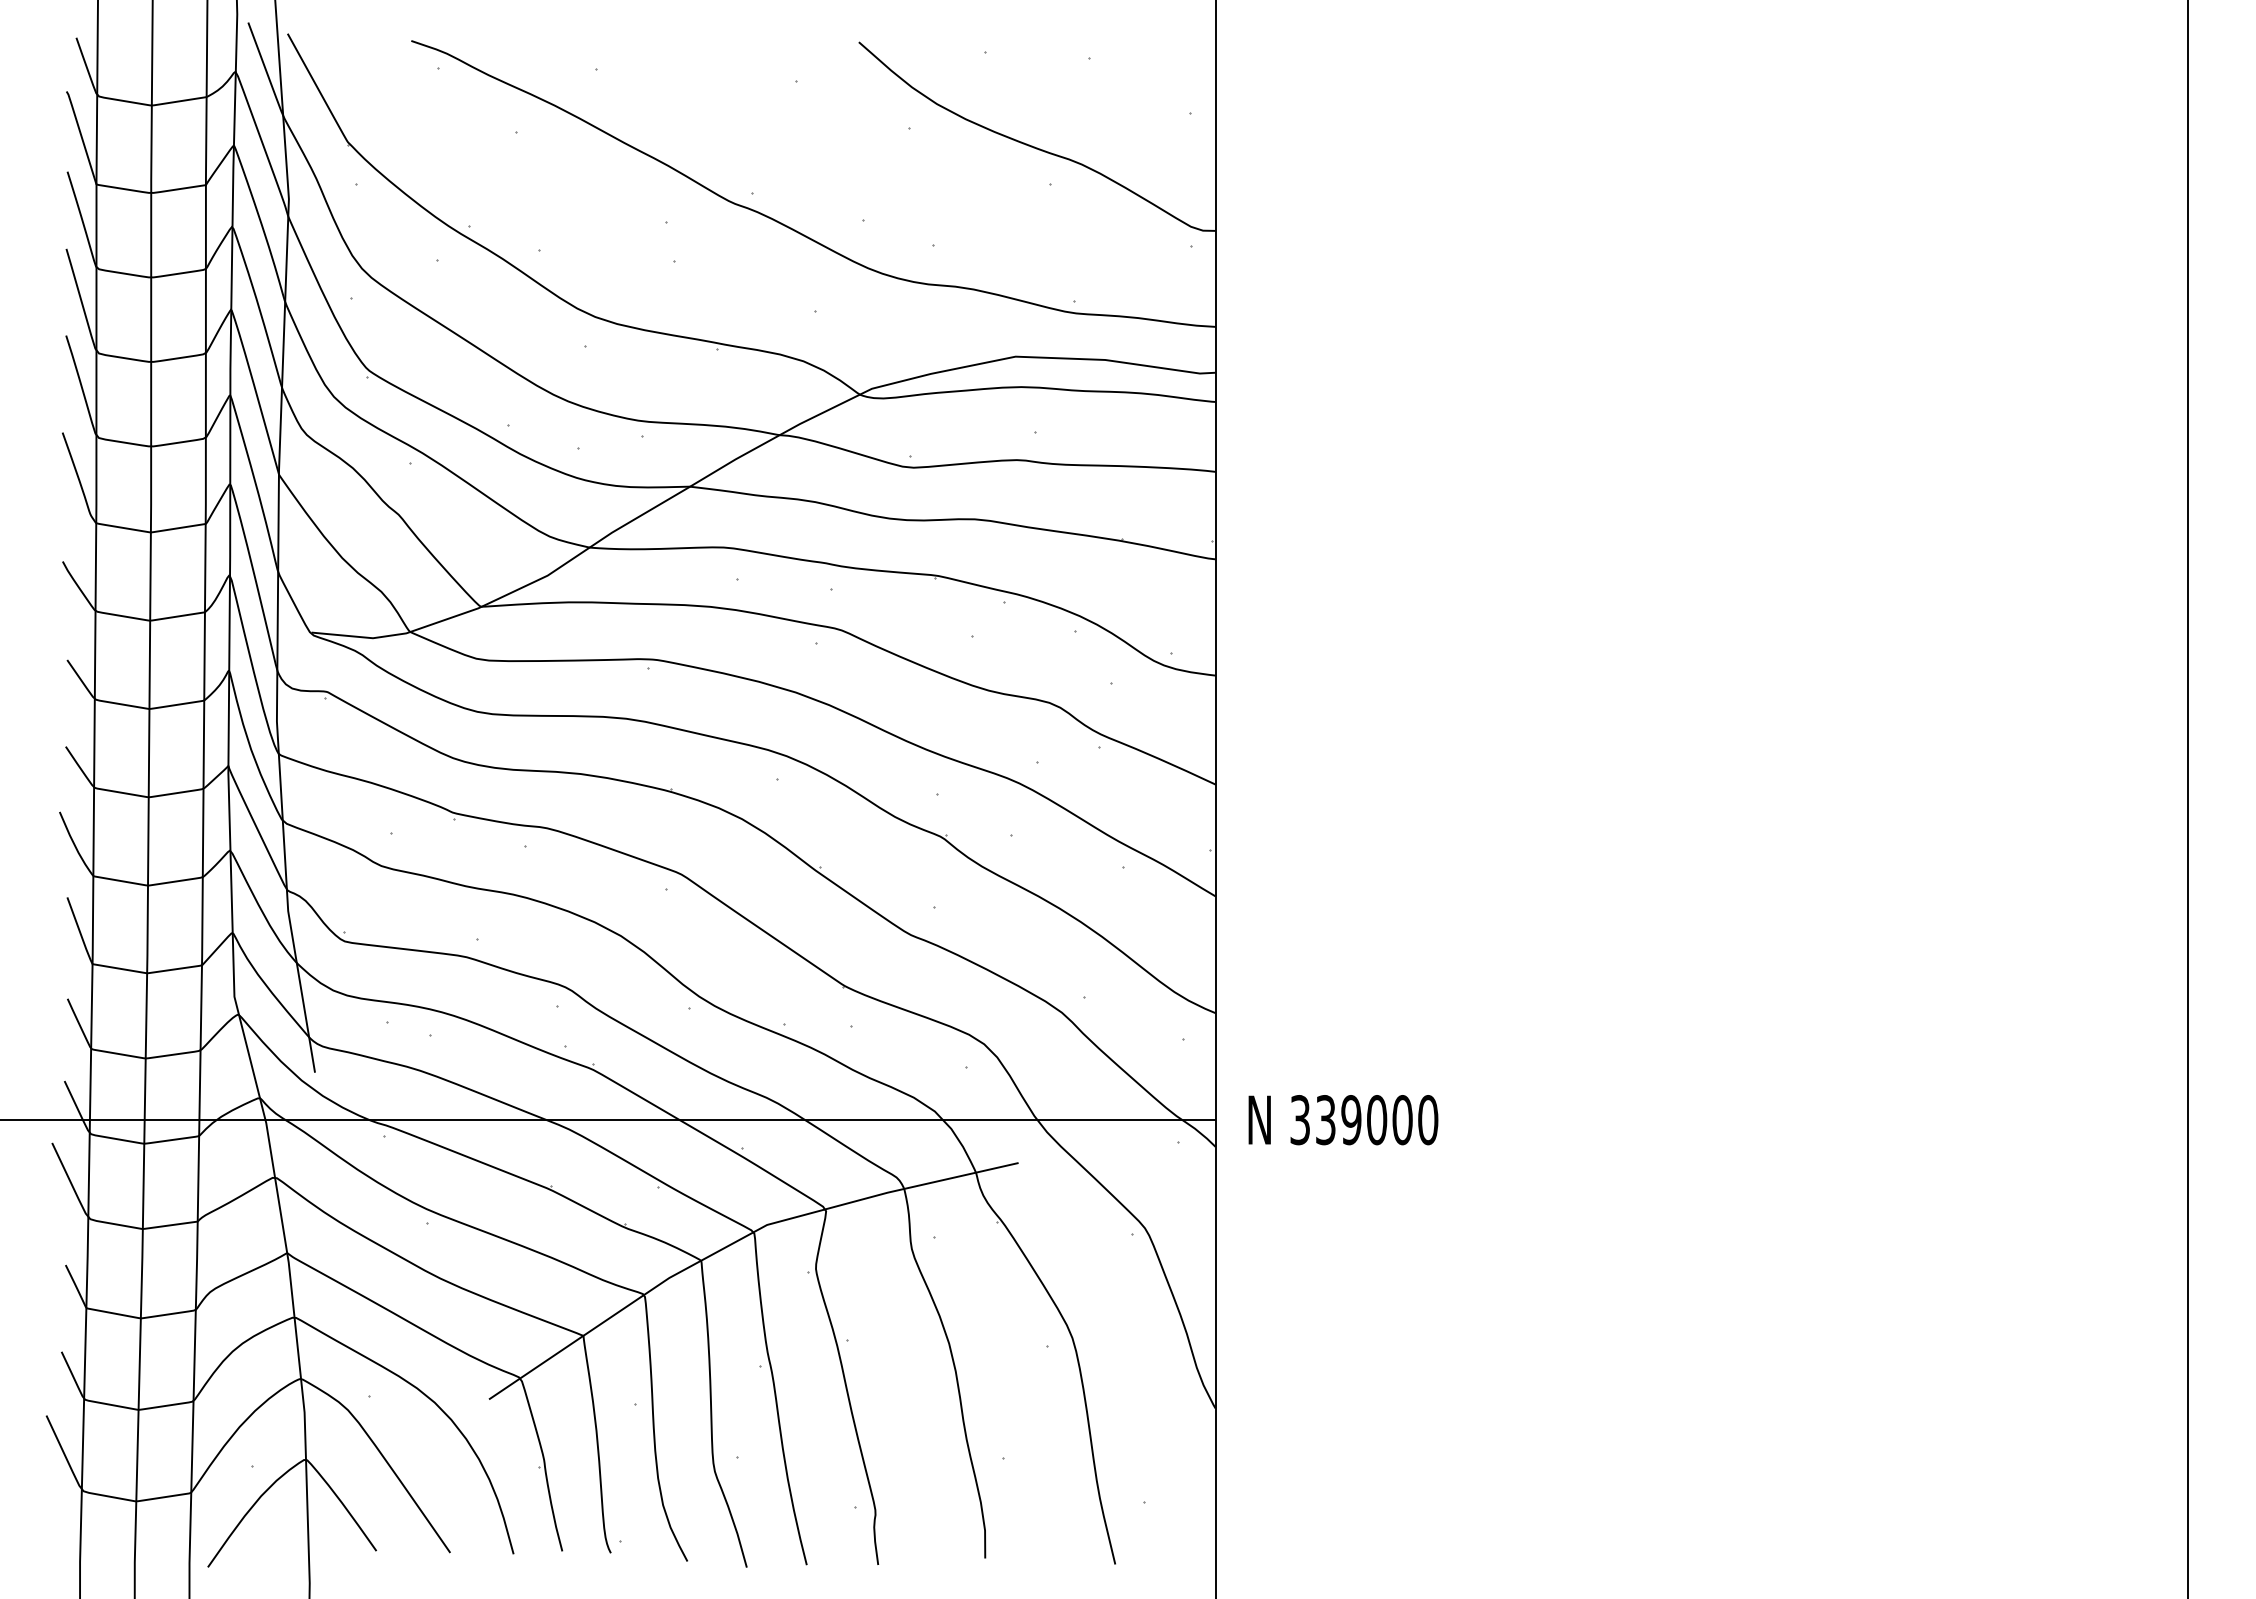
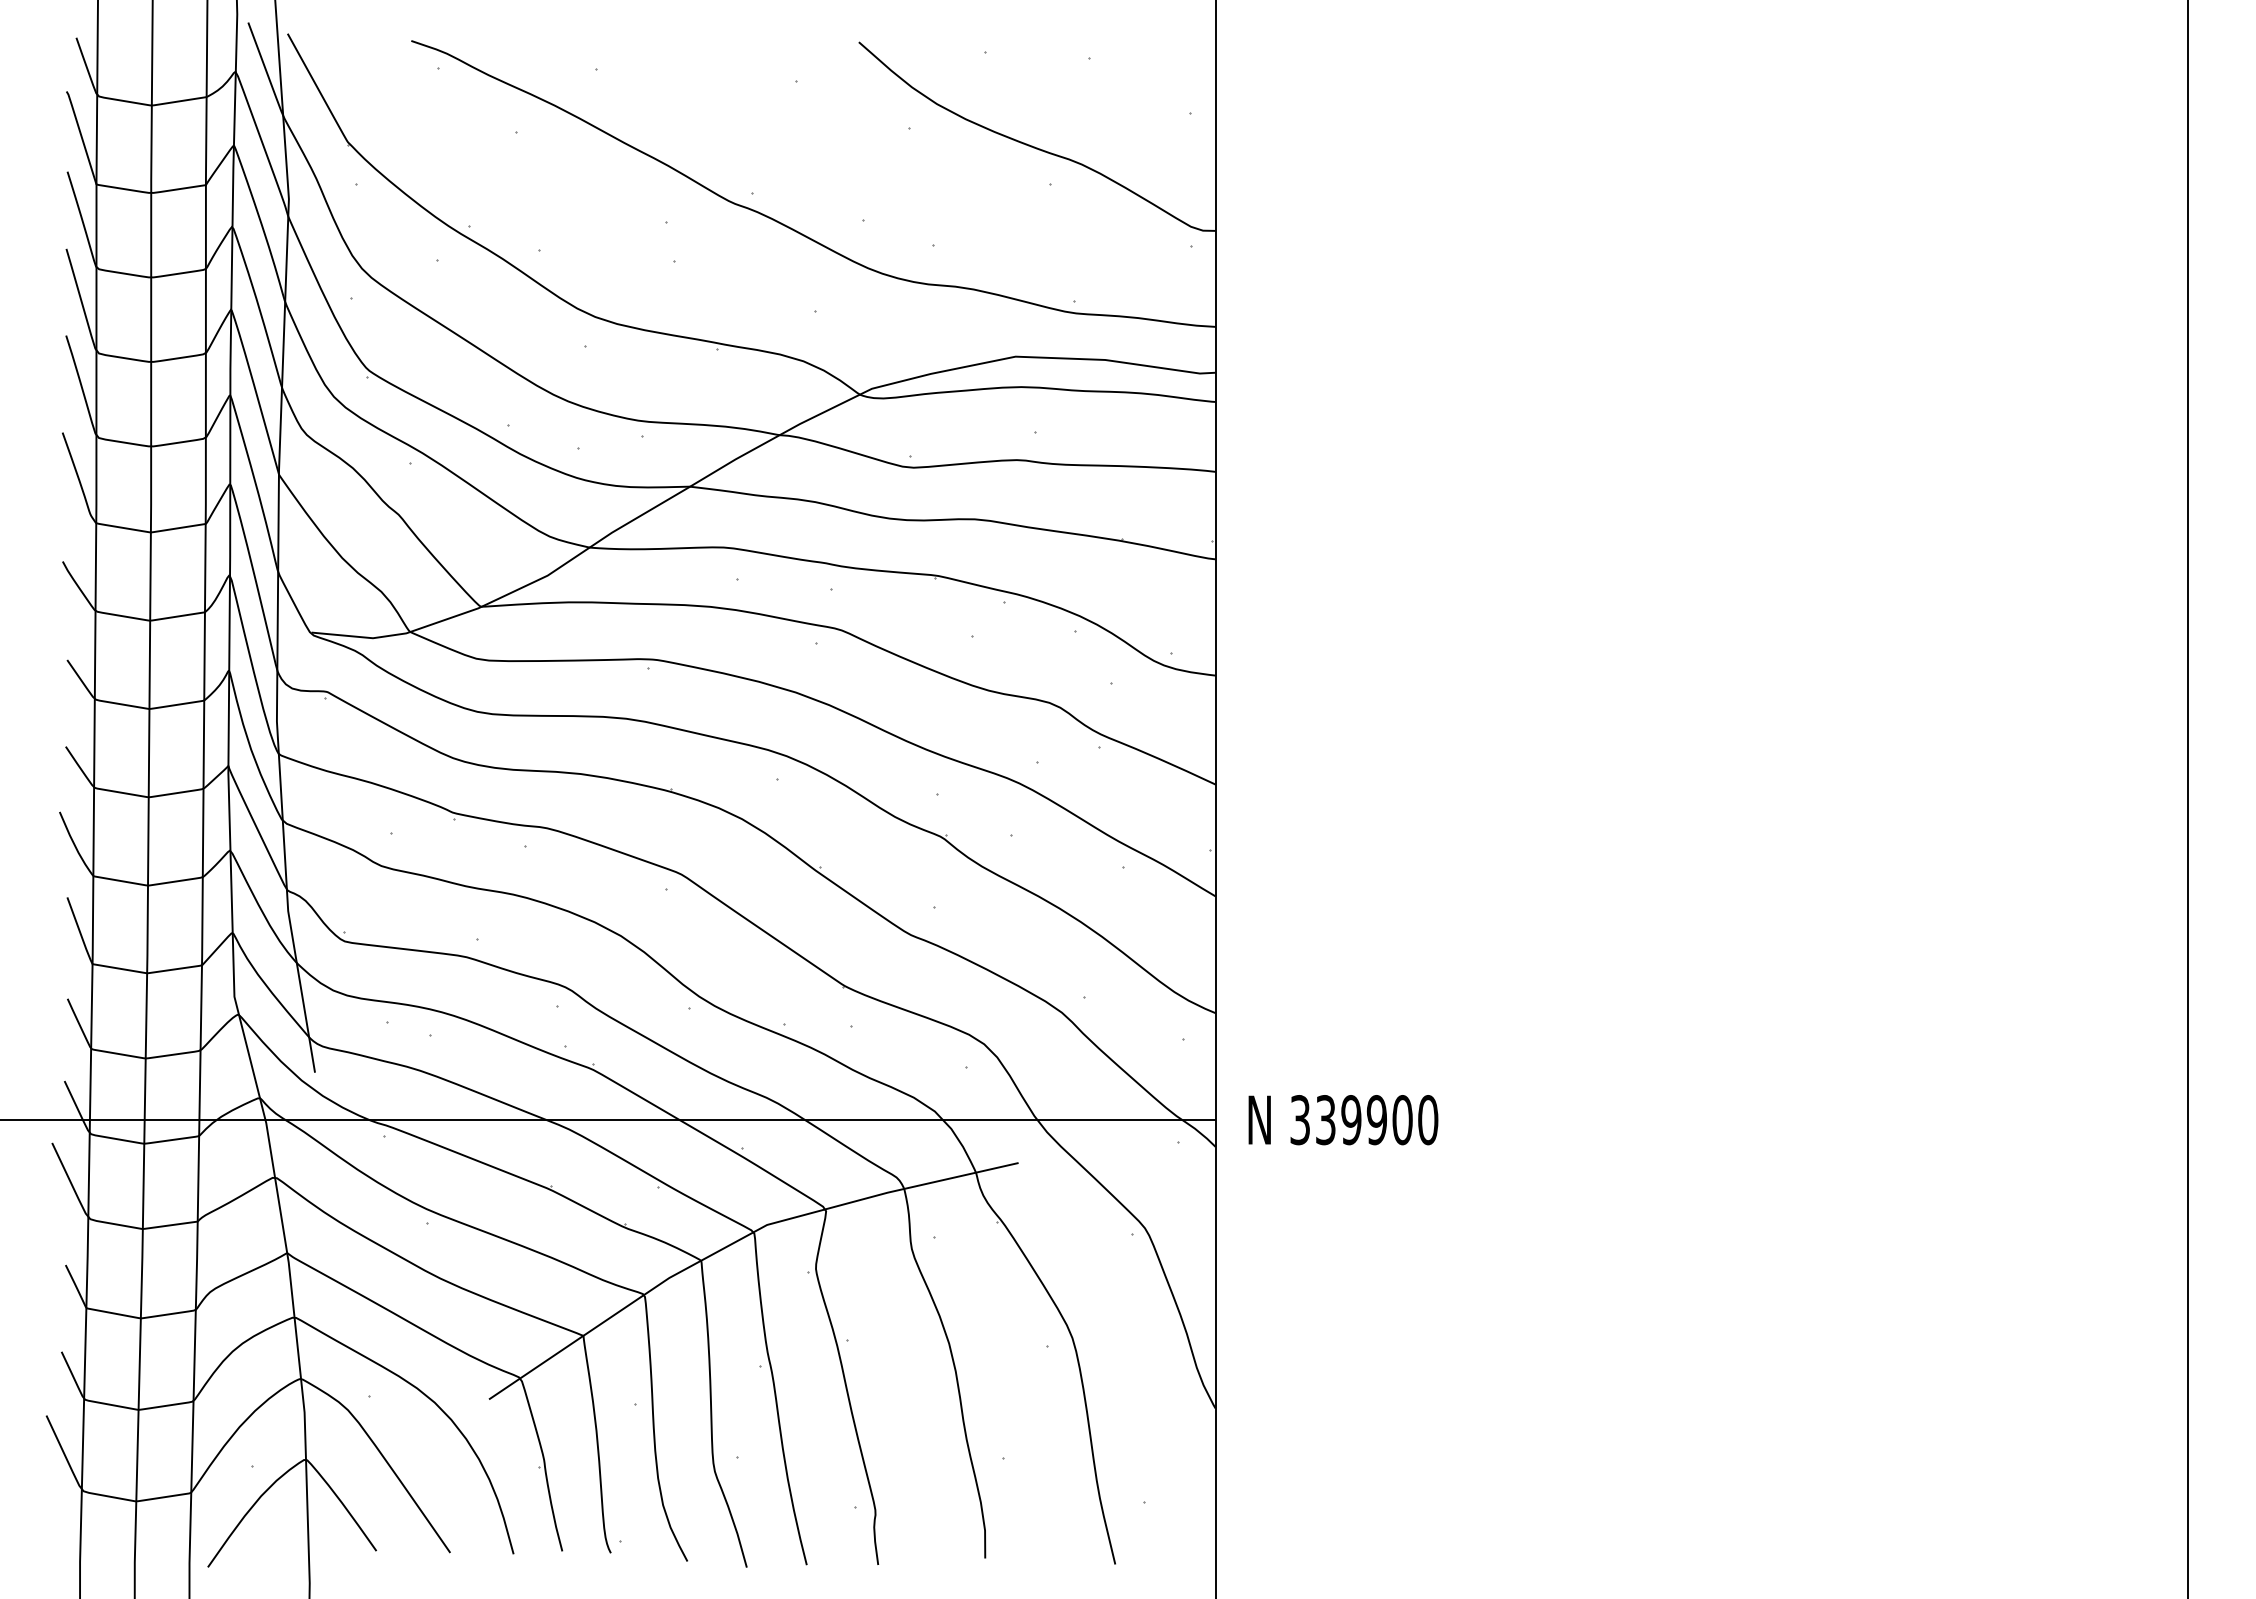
text at (1376, 1120): 339000 -> 339900
